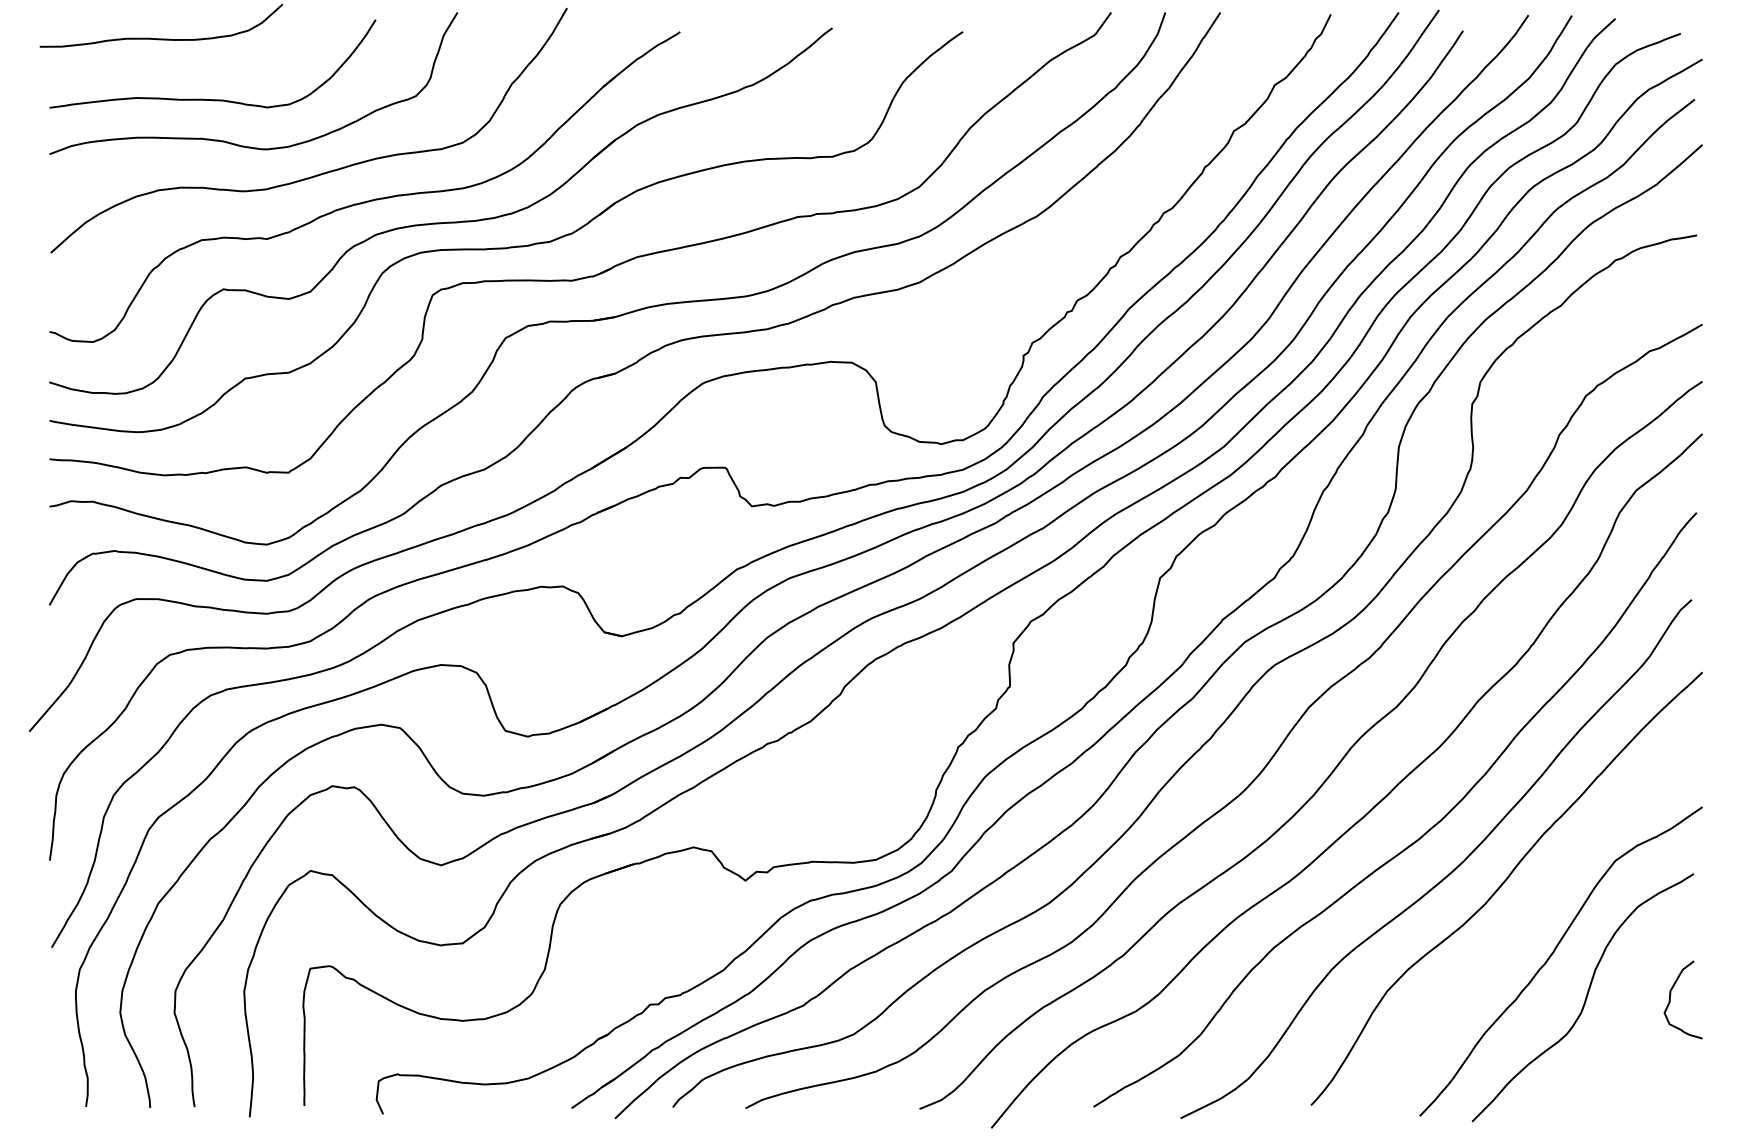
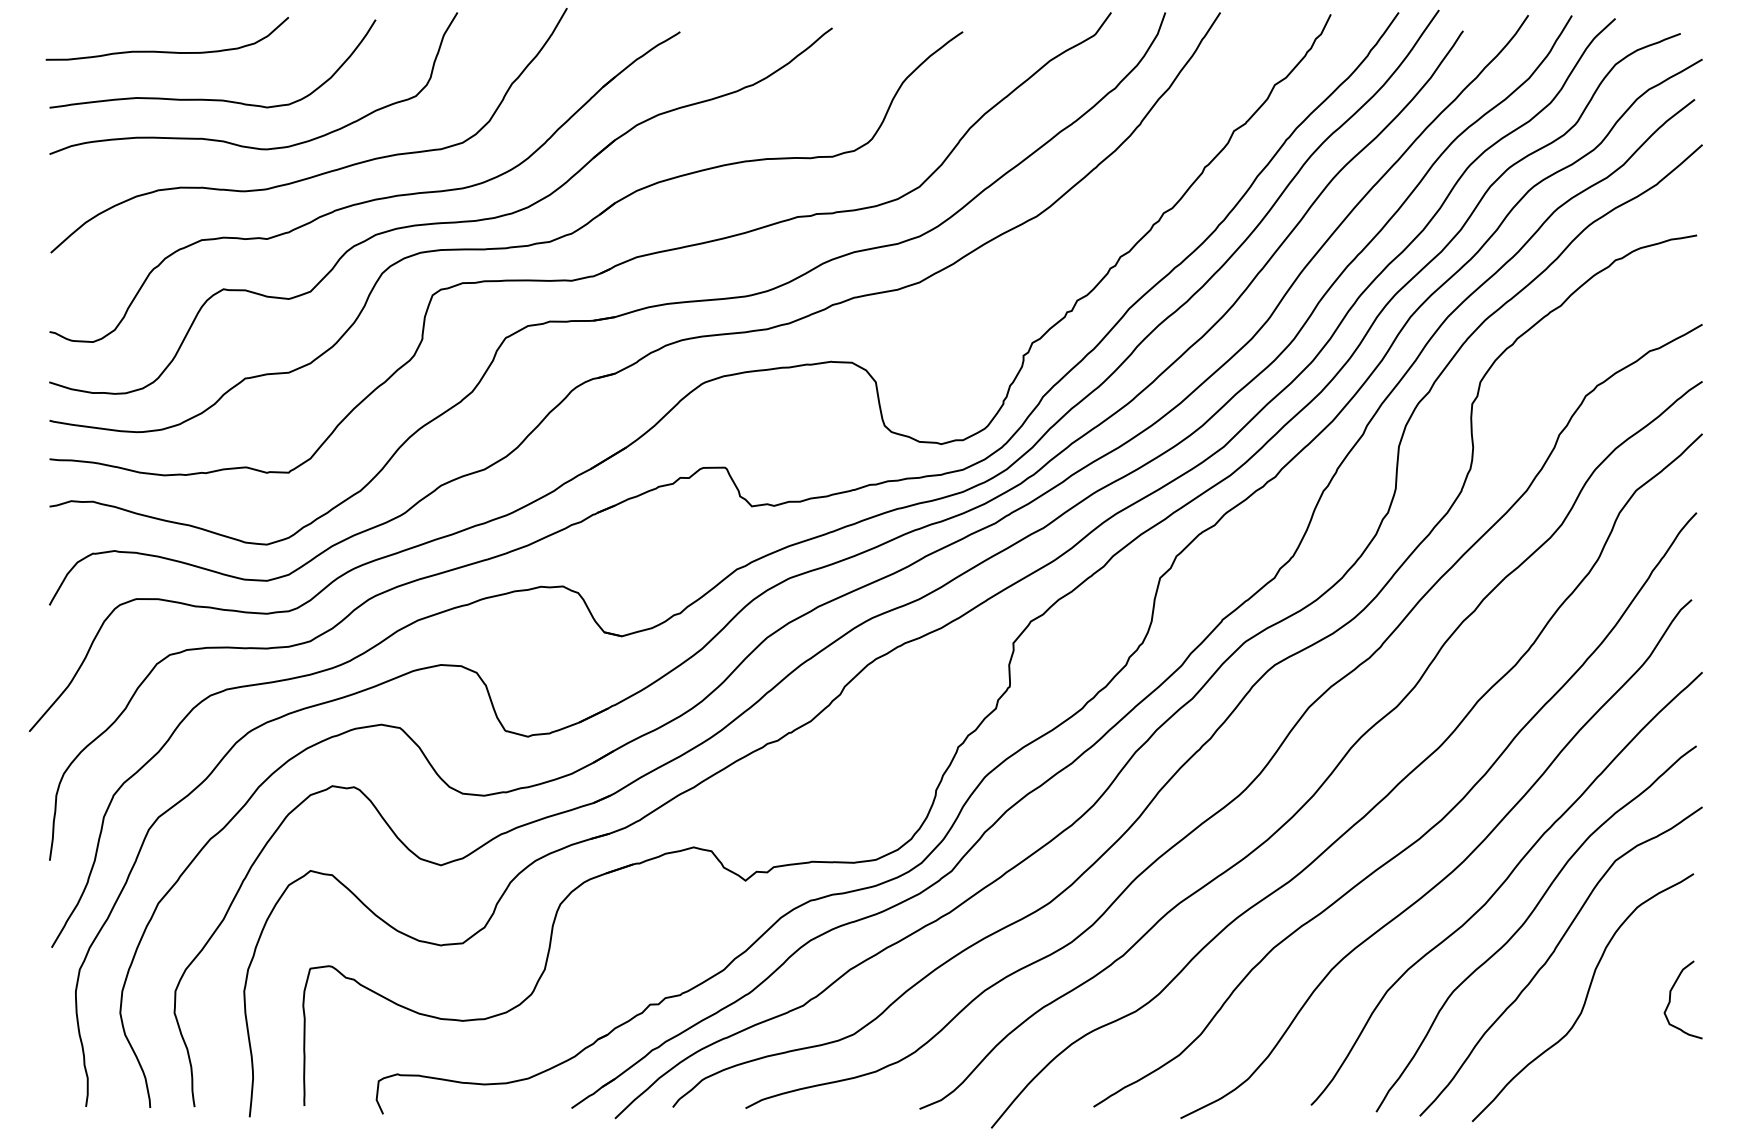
curve at (160, 38) position: (160, 38) -> (166, 51)
curve at (1525, 923): none -> present
